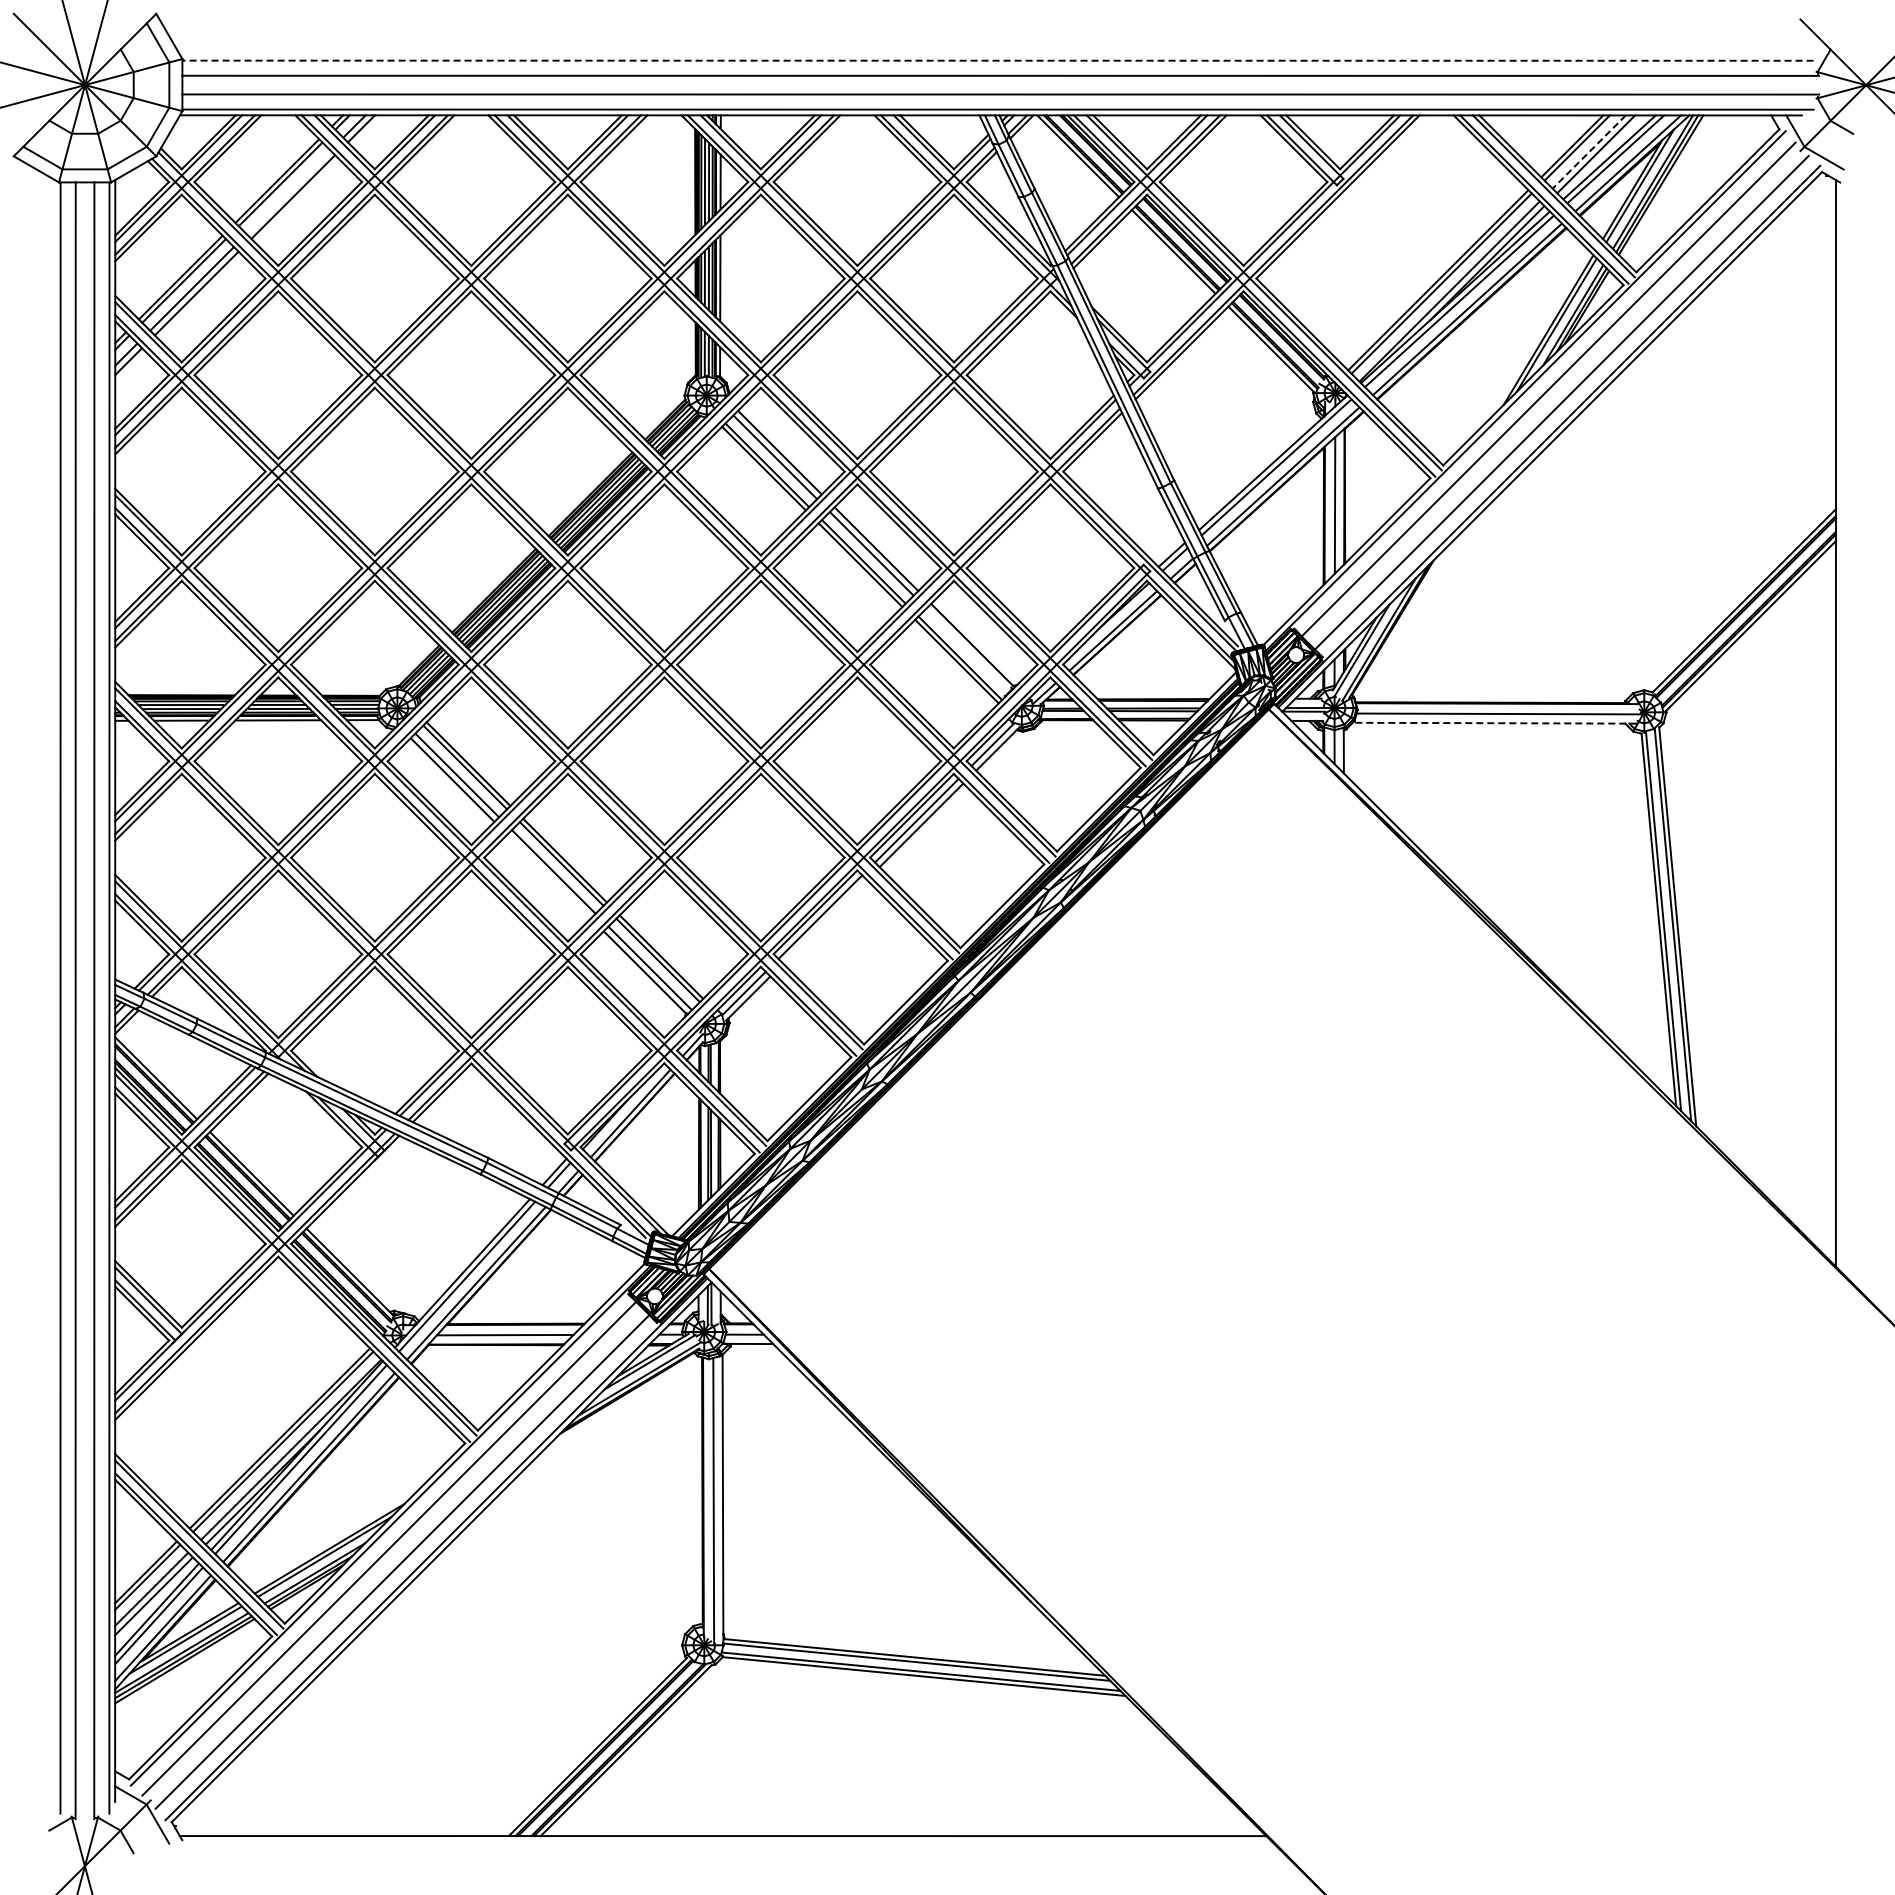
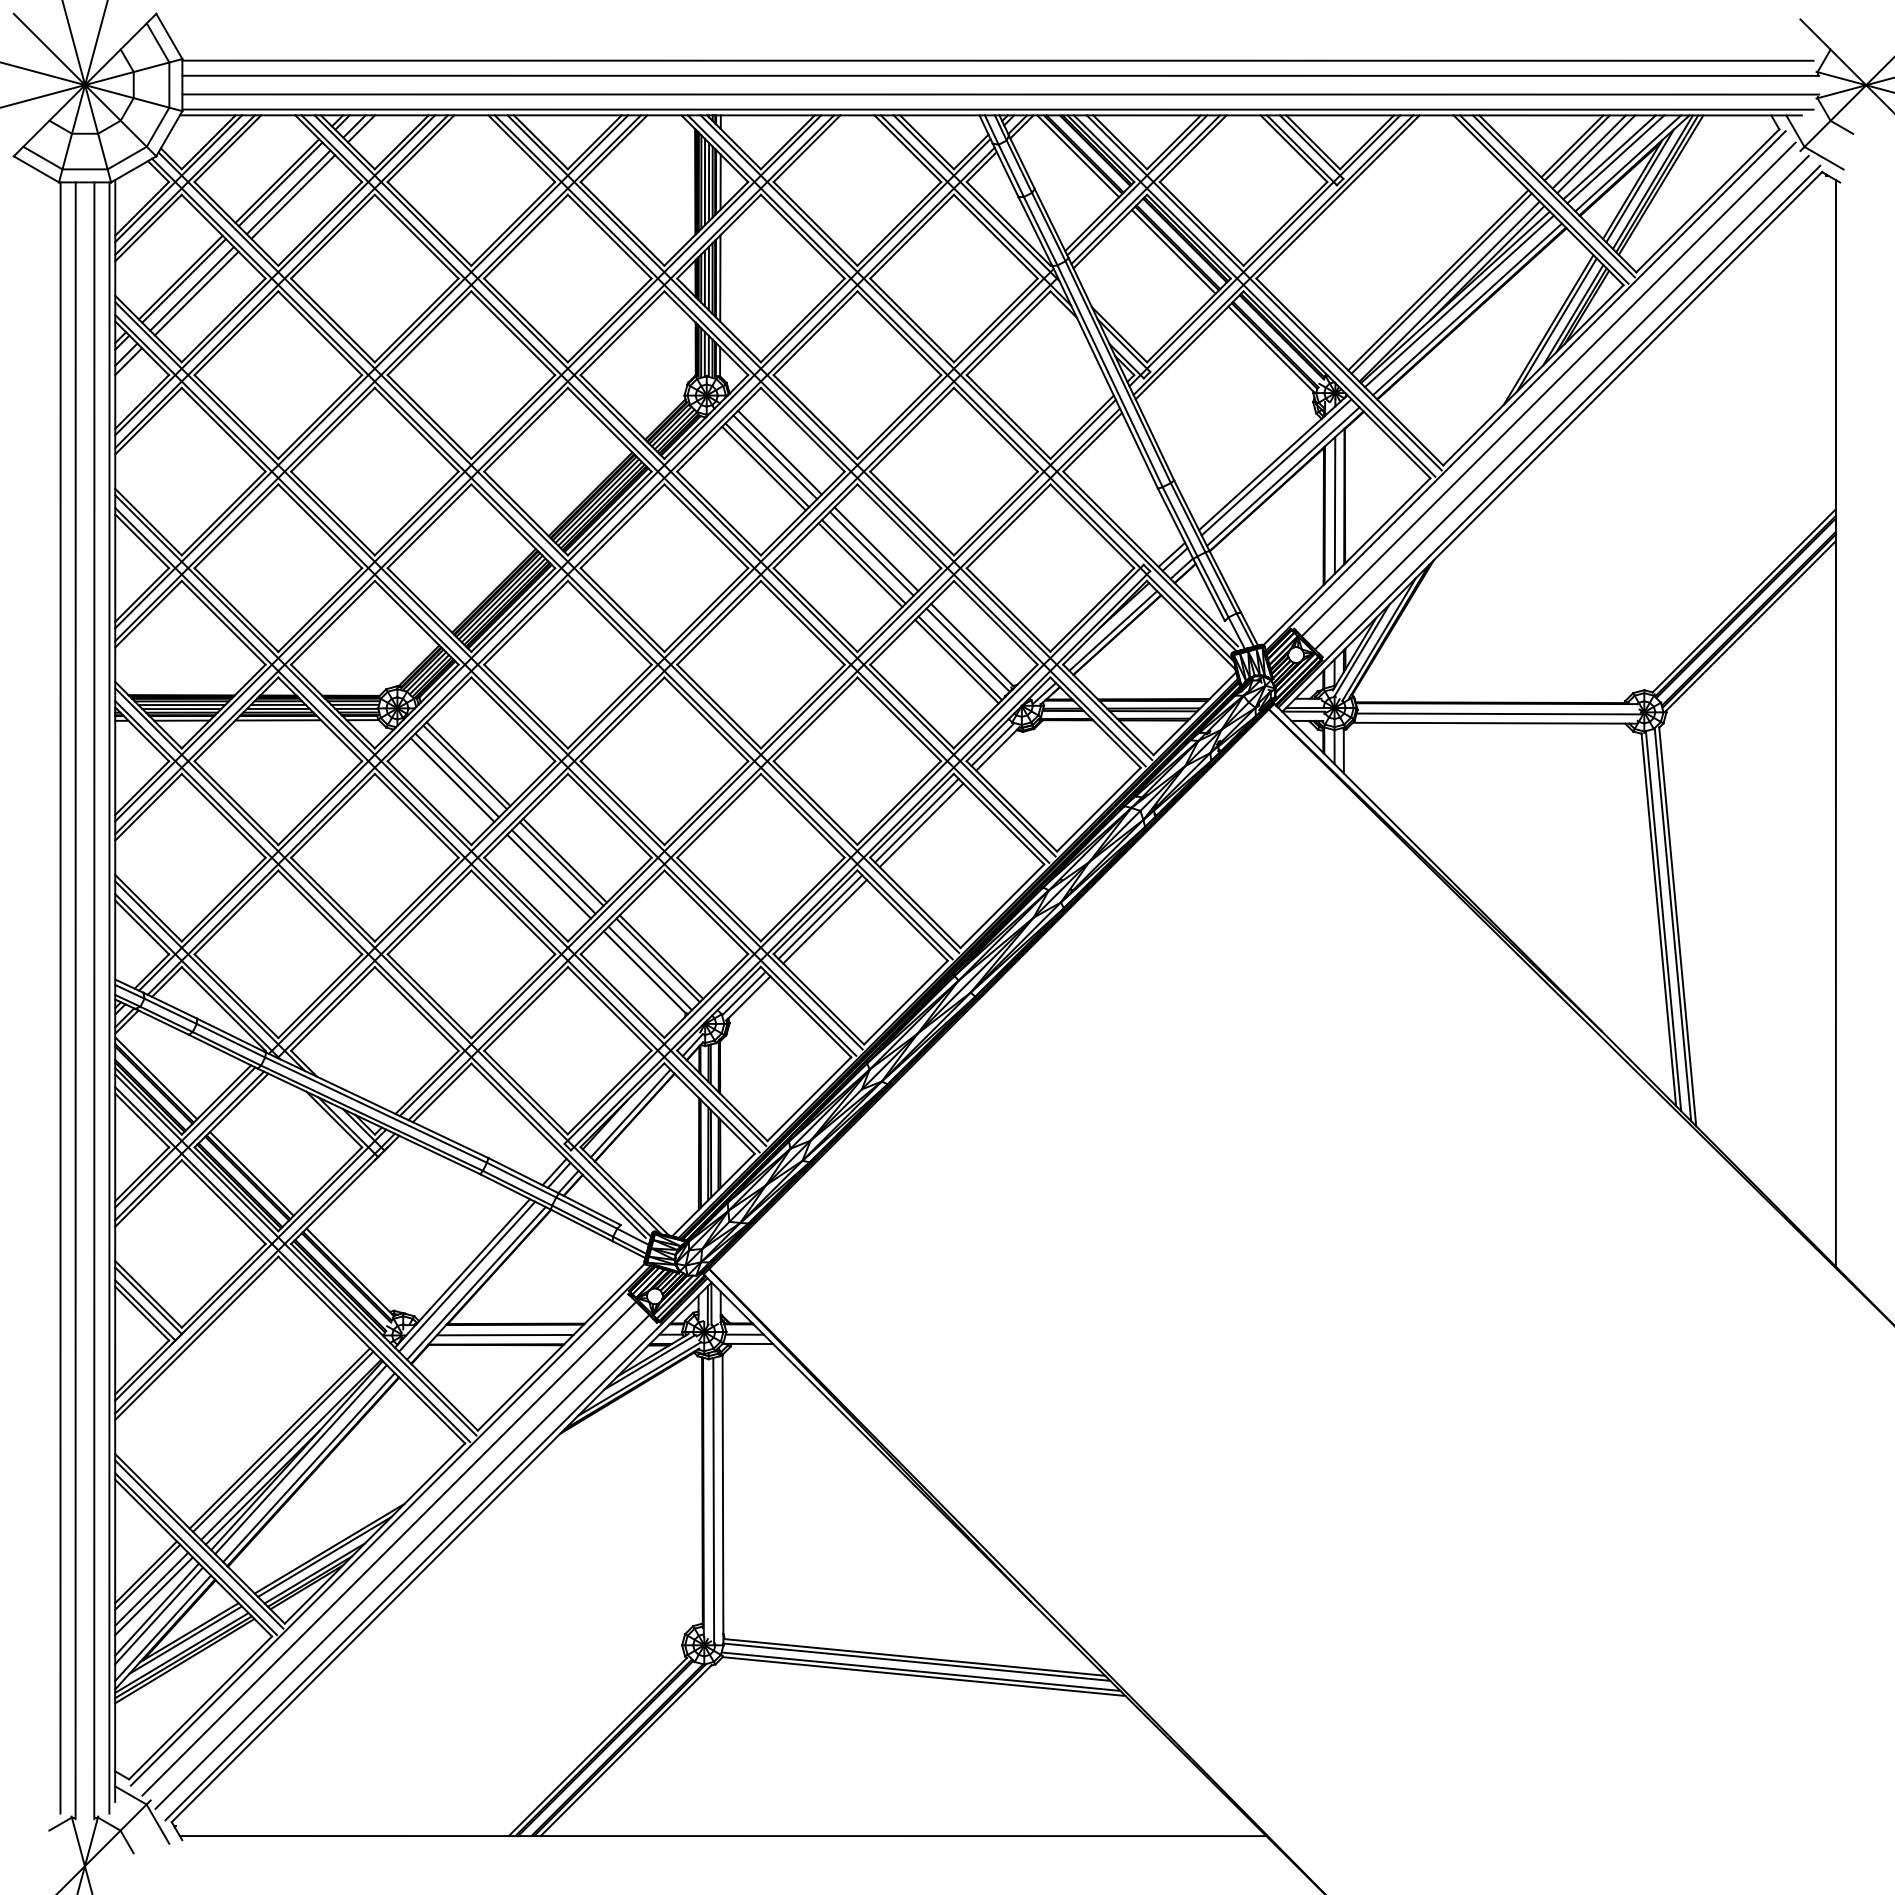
line at (997, 60): dashed -> solid
line at (1589, 152): dashed -> solid
line at (288, 192): none -> present
line at (967, 649): none -> present
line at (1494, 723): dashed -> solid
line at (548, 876): none -> present
line at (824, 921): none -> present
